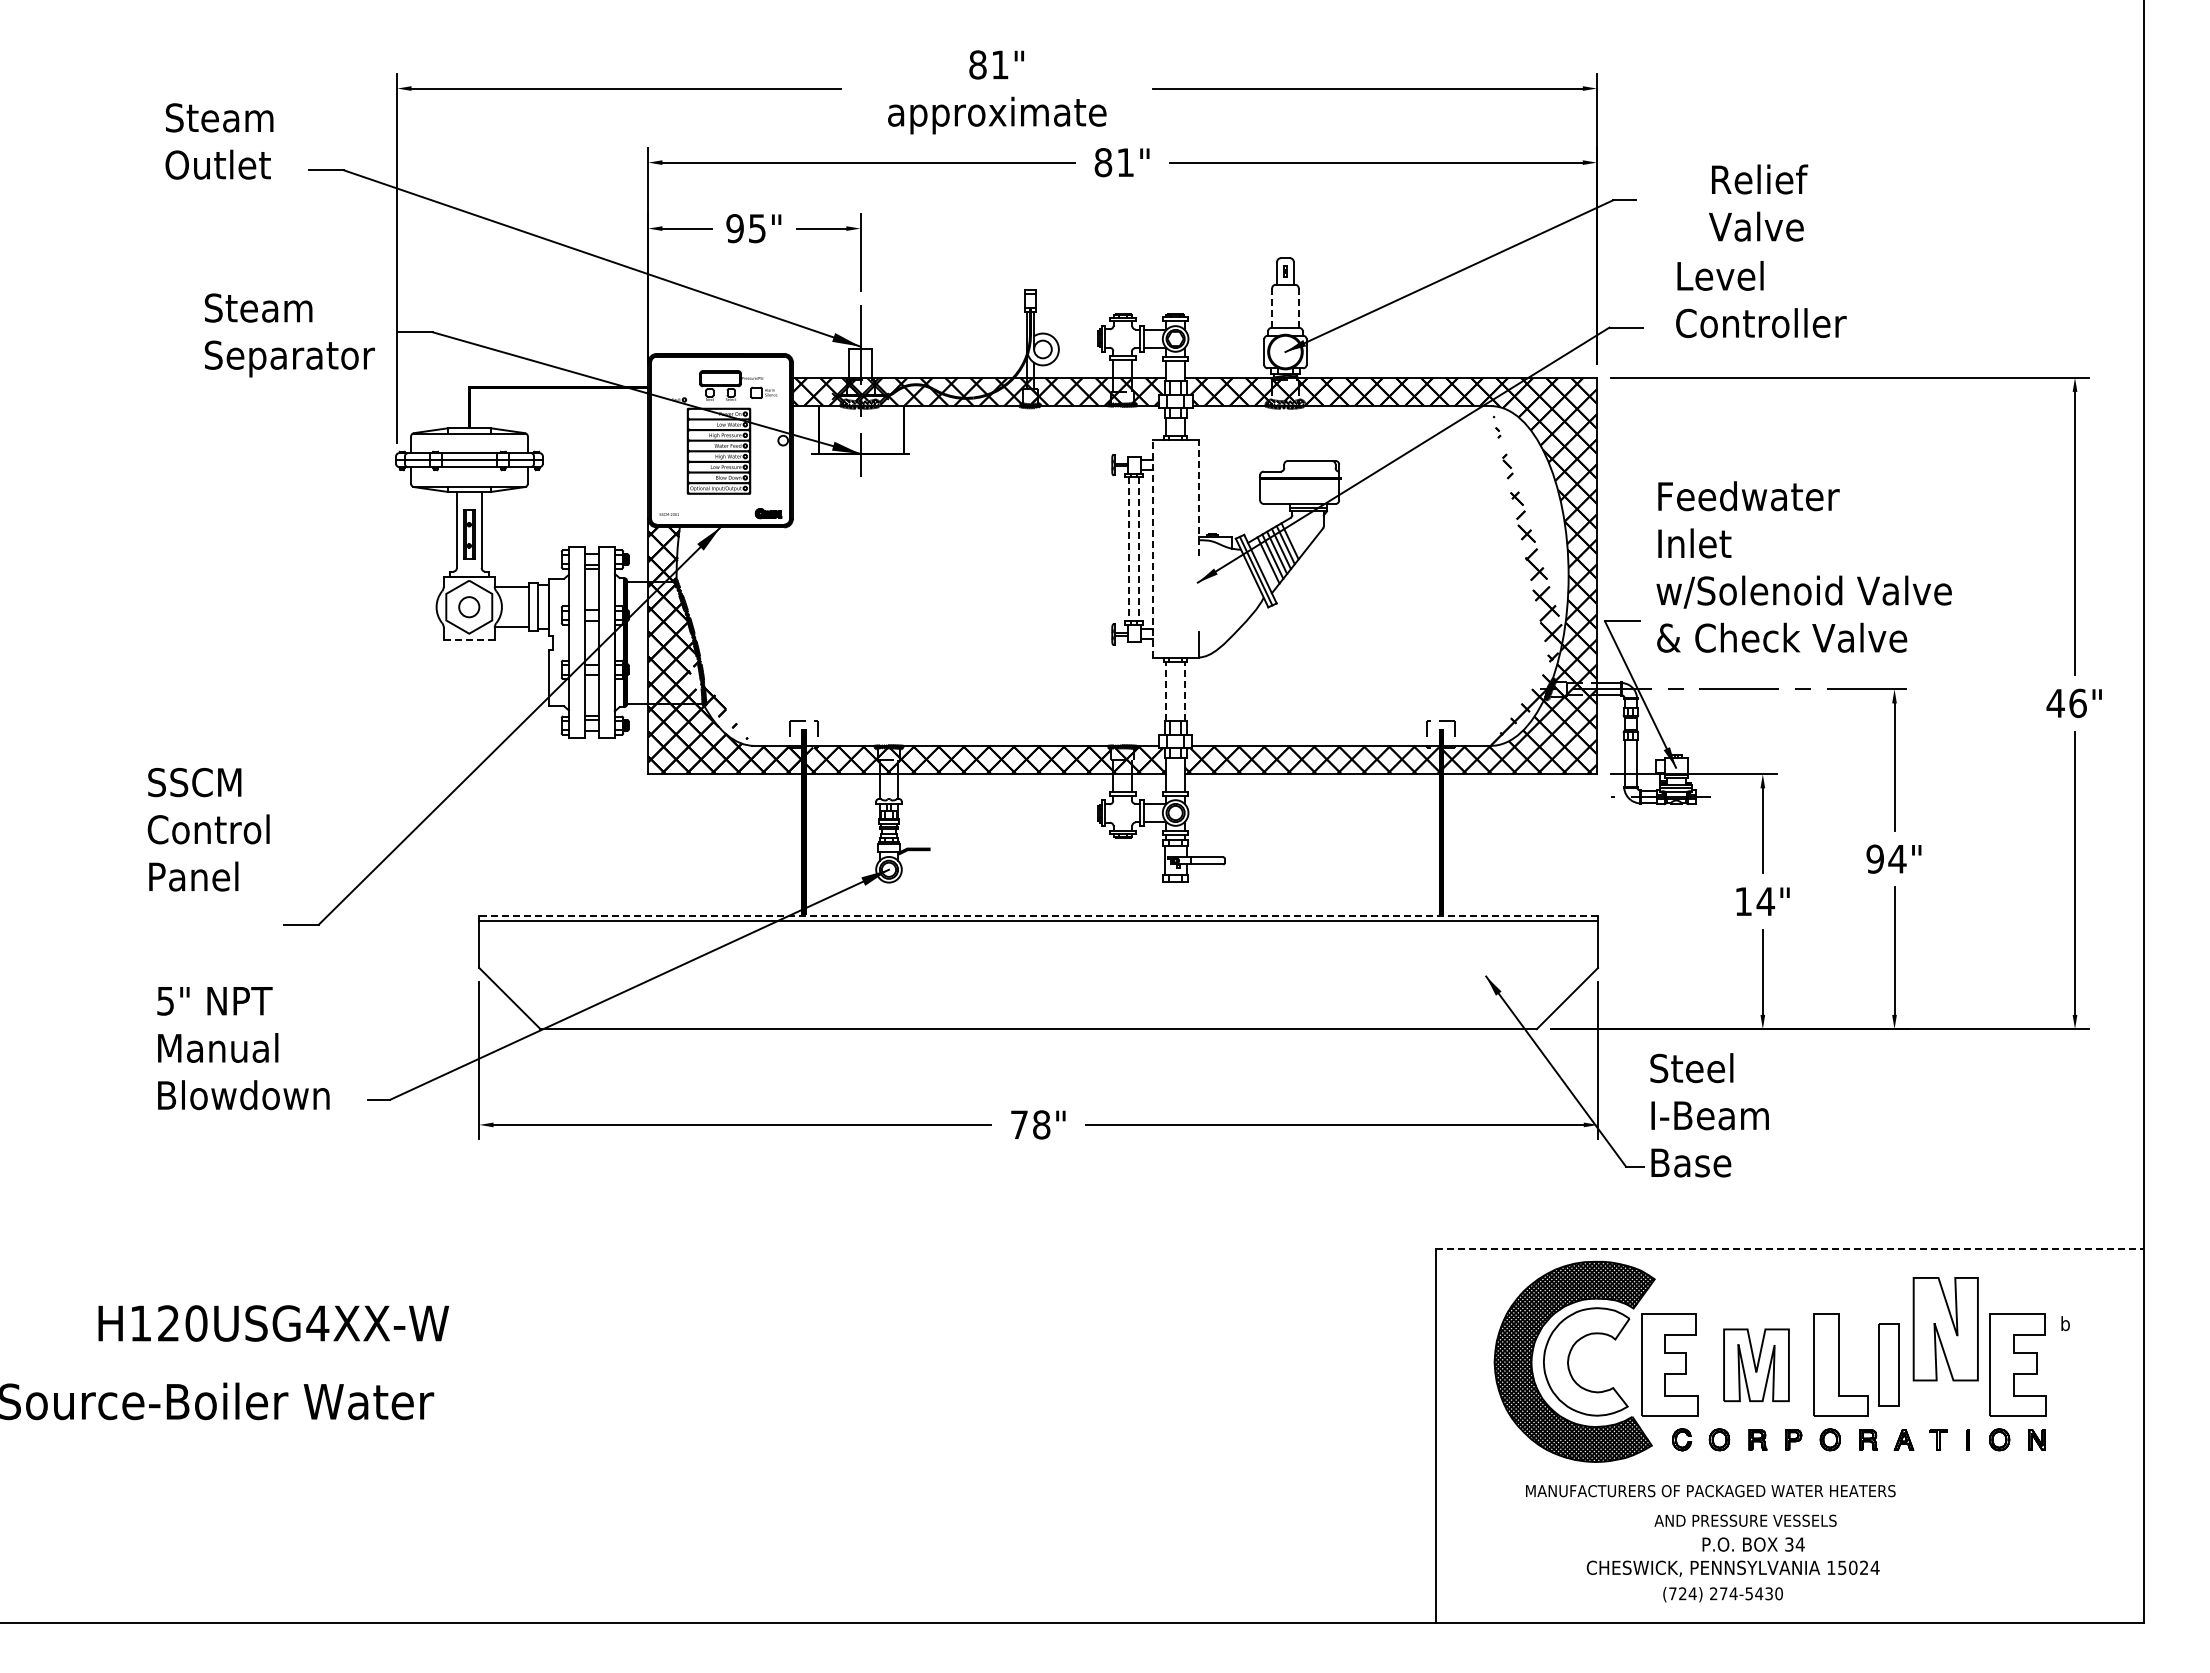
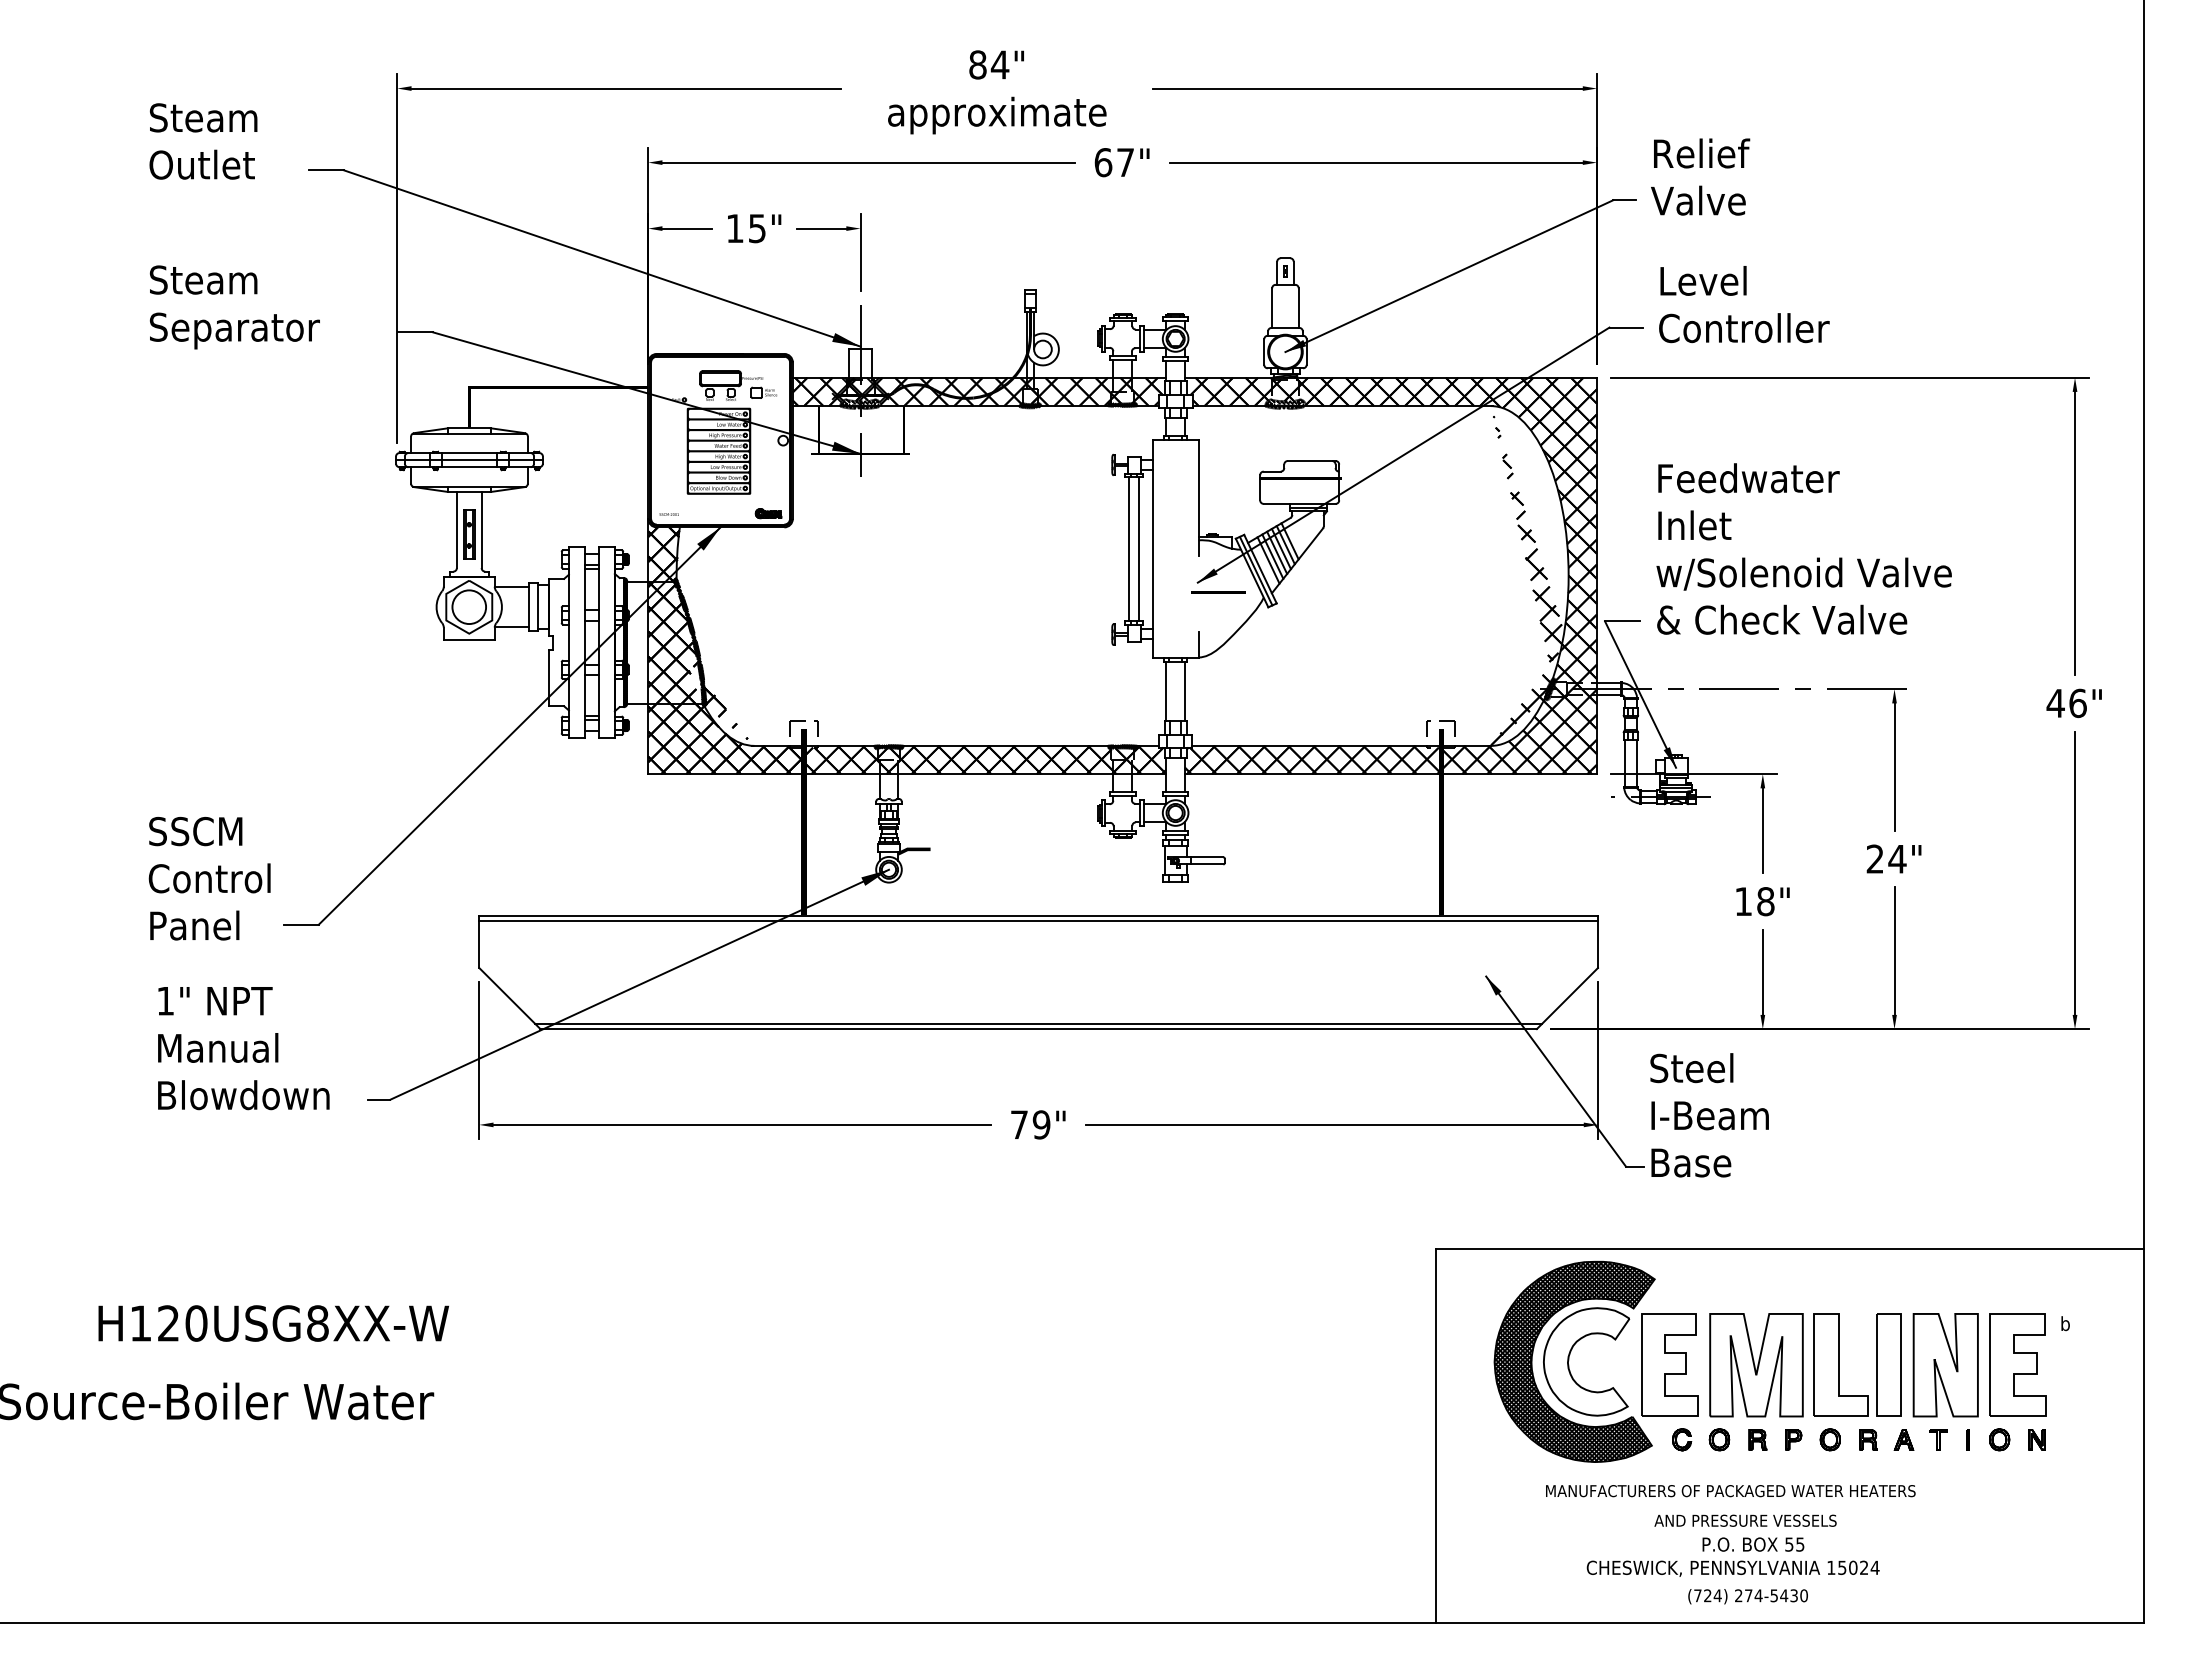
text at (999, 64): 81" -> 84"
text at (219, 141) position: (219, 141) -> (203, 141)
text at (1113, 162): 81" -> 67"
text at (1758, 202) position: (1758, 202) -> (1700, 176)
text at (734, 228): 95" -> 15"
text at (1761, 299) position: (1761, 299) -> (1744, 304)
line at (1272, 308): dashed -> solid
line at (1298, 308): dashed -> solid
text at (289, 335) position: (289, 335) -> (234, 307)
line at (1198, 498): dashed -> solid
line at (1129, 549): dashed -> solid
line at (1139, 549): dashed -> solid
line at (1152, 549): dashed -> solid
text at (1803, 566) position: (1803, 566) -> (1803, 548)
line at (1218, 592): none -> present
circle at (469, 607) diameter: 20 px -> 34 px
line at (469, 640): dashed -> solid
line at (1166, 691): dashed -> solid
line at (1184, 691): dashed -> solid
text at (208, 829) position: (208, 829) -> (209, 878)
text at (1874, 858): 94" -> 24"
text at (1765, 901): 14" -> 18"
line at (1038, 915): dashed -> solid
text at (165, 1001): 5" -> 1"
line at (1038, 1023): none -> present
text at (1041, 1124): 78" -> 79"
line at (1789, 1248): dashed -> solid
text at (317, 1323): H120USG4XX-W -> H120USG8XX-W
part at (1945, 1329) position: (1945, 1329) -> (1945, 1365)
part at (1888, 1364) size: 22x84 px -> 26x104 px
part at (1756, 1365) size: 67x75 px -> 95x105 px
text at (1710, 1491) position: (1710, 1491) -> (1730, 1491)
text at (1794, 1544): 34 -> 55
text at (1722, 1594) position: (1722, 1594) -> (1747, 1596)
